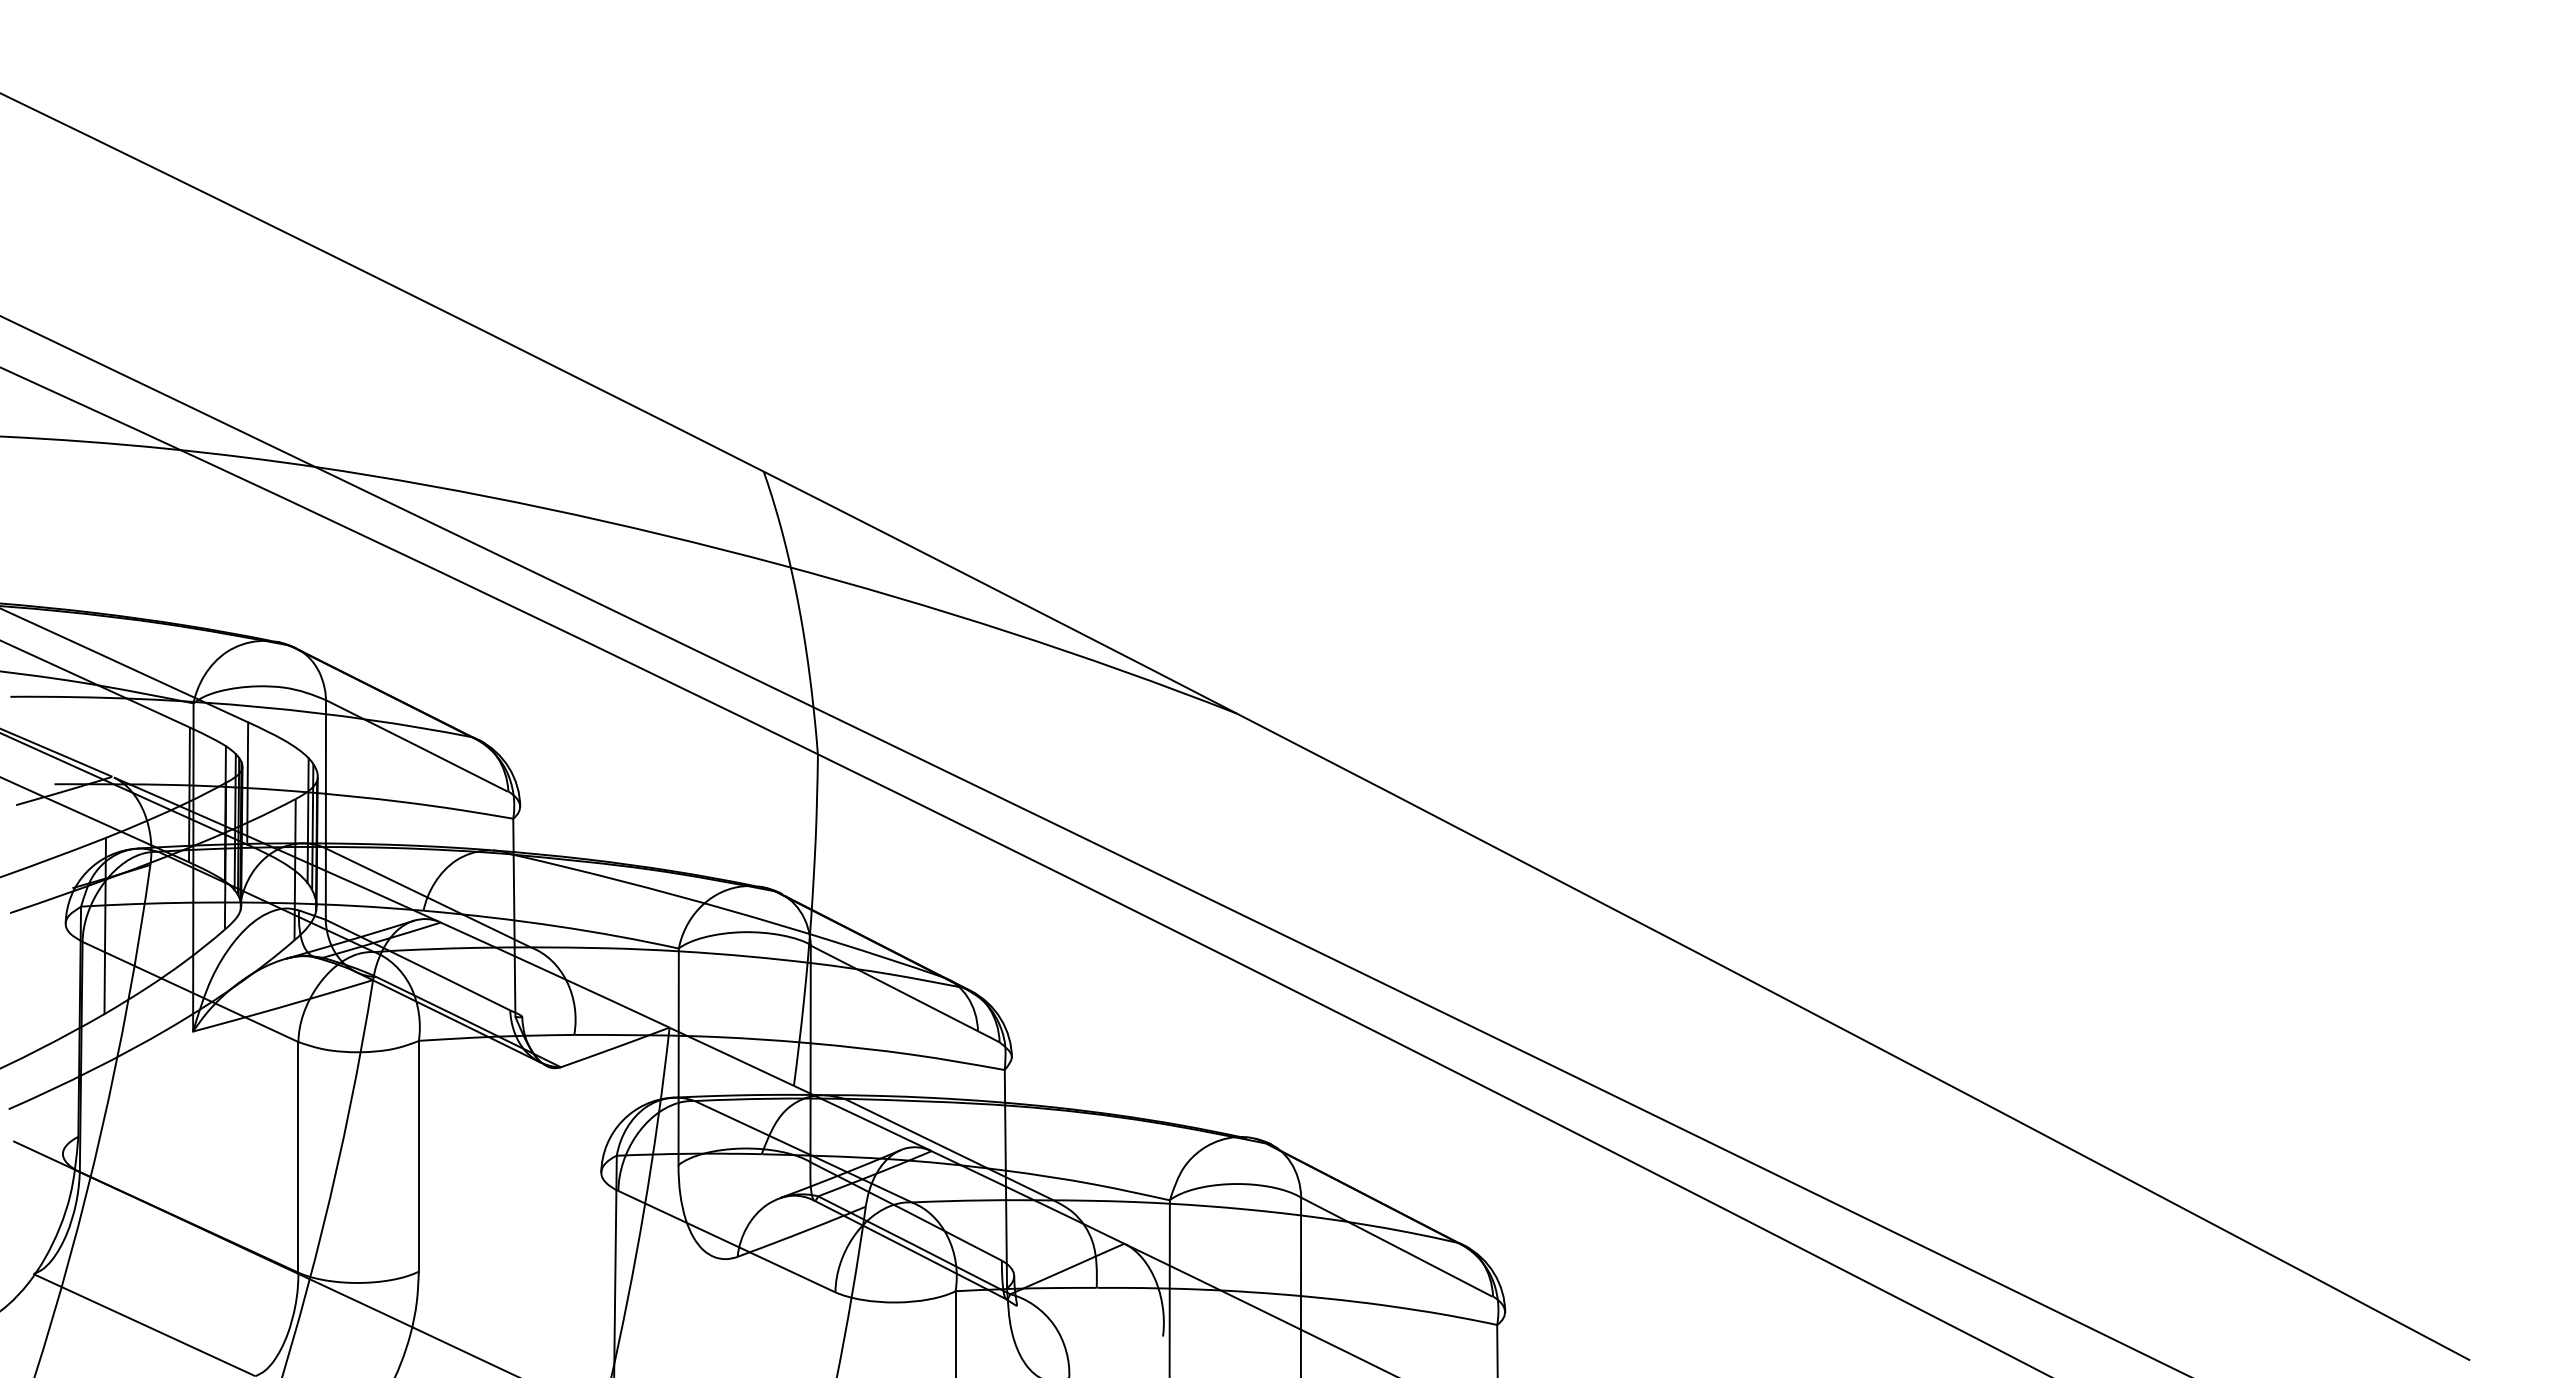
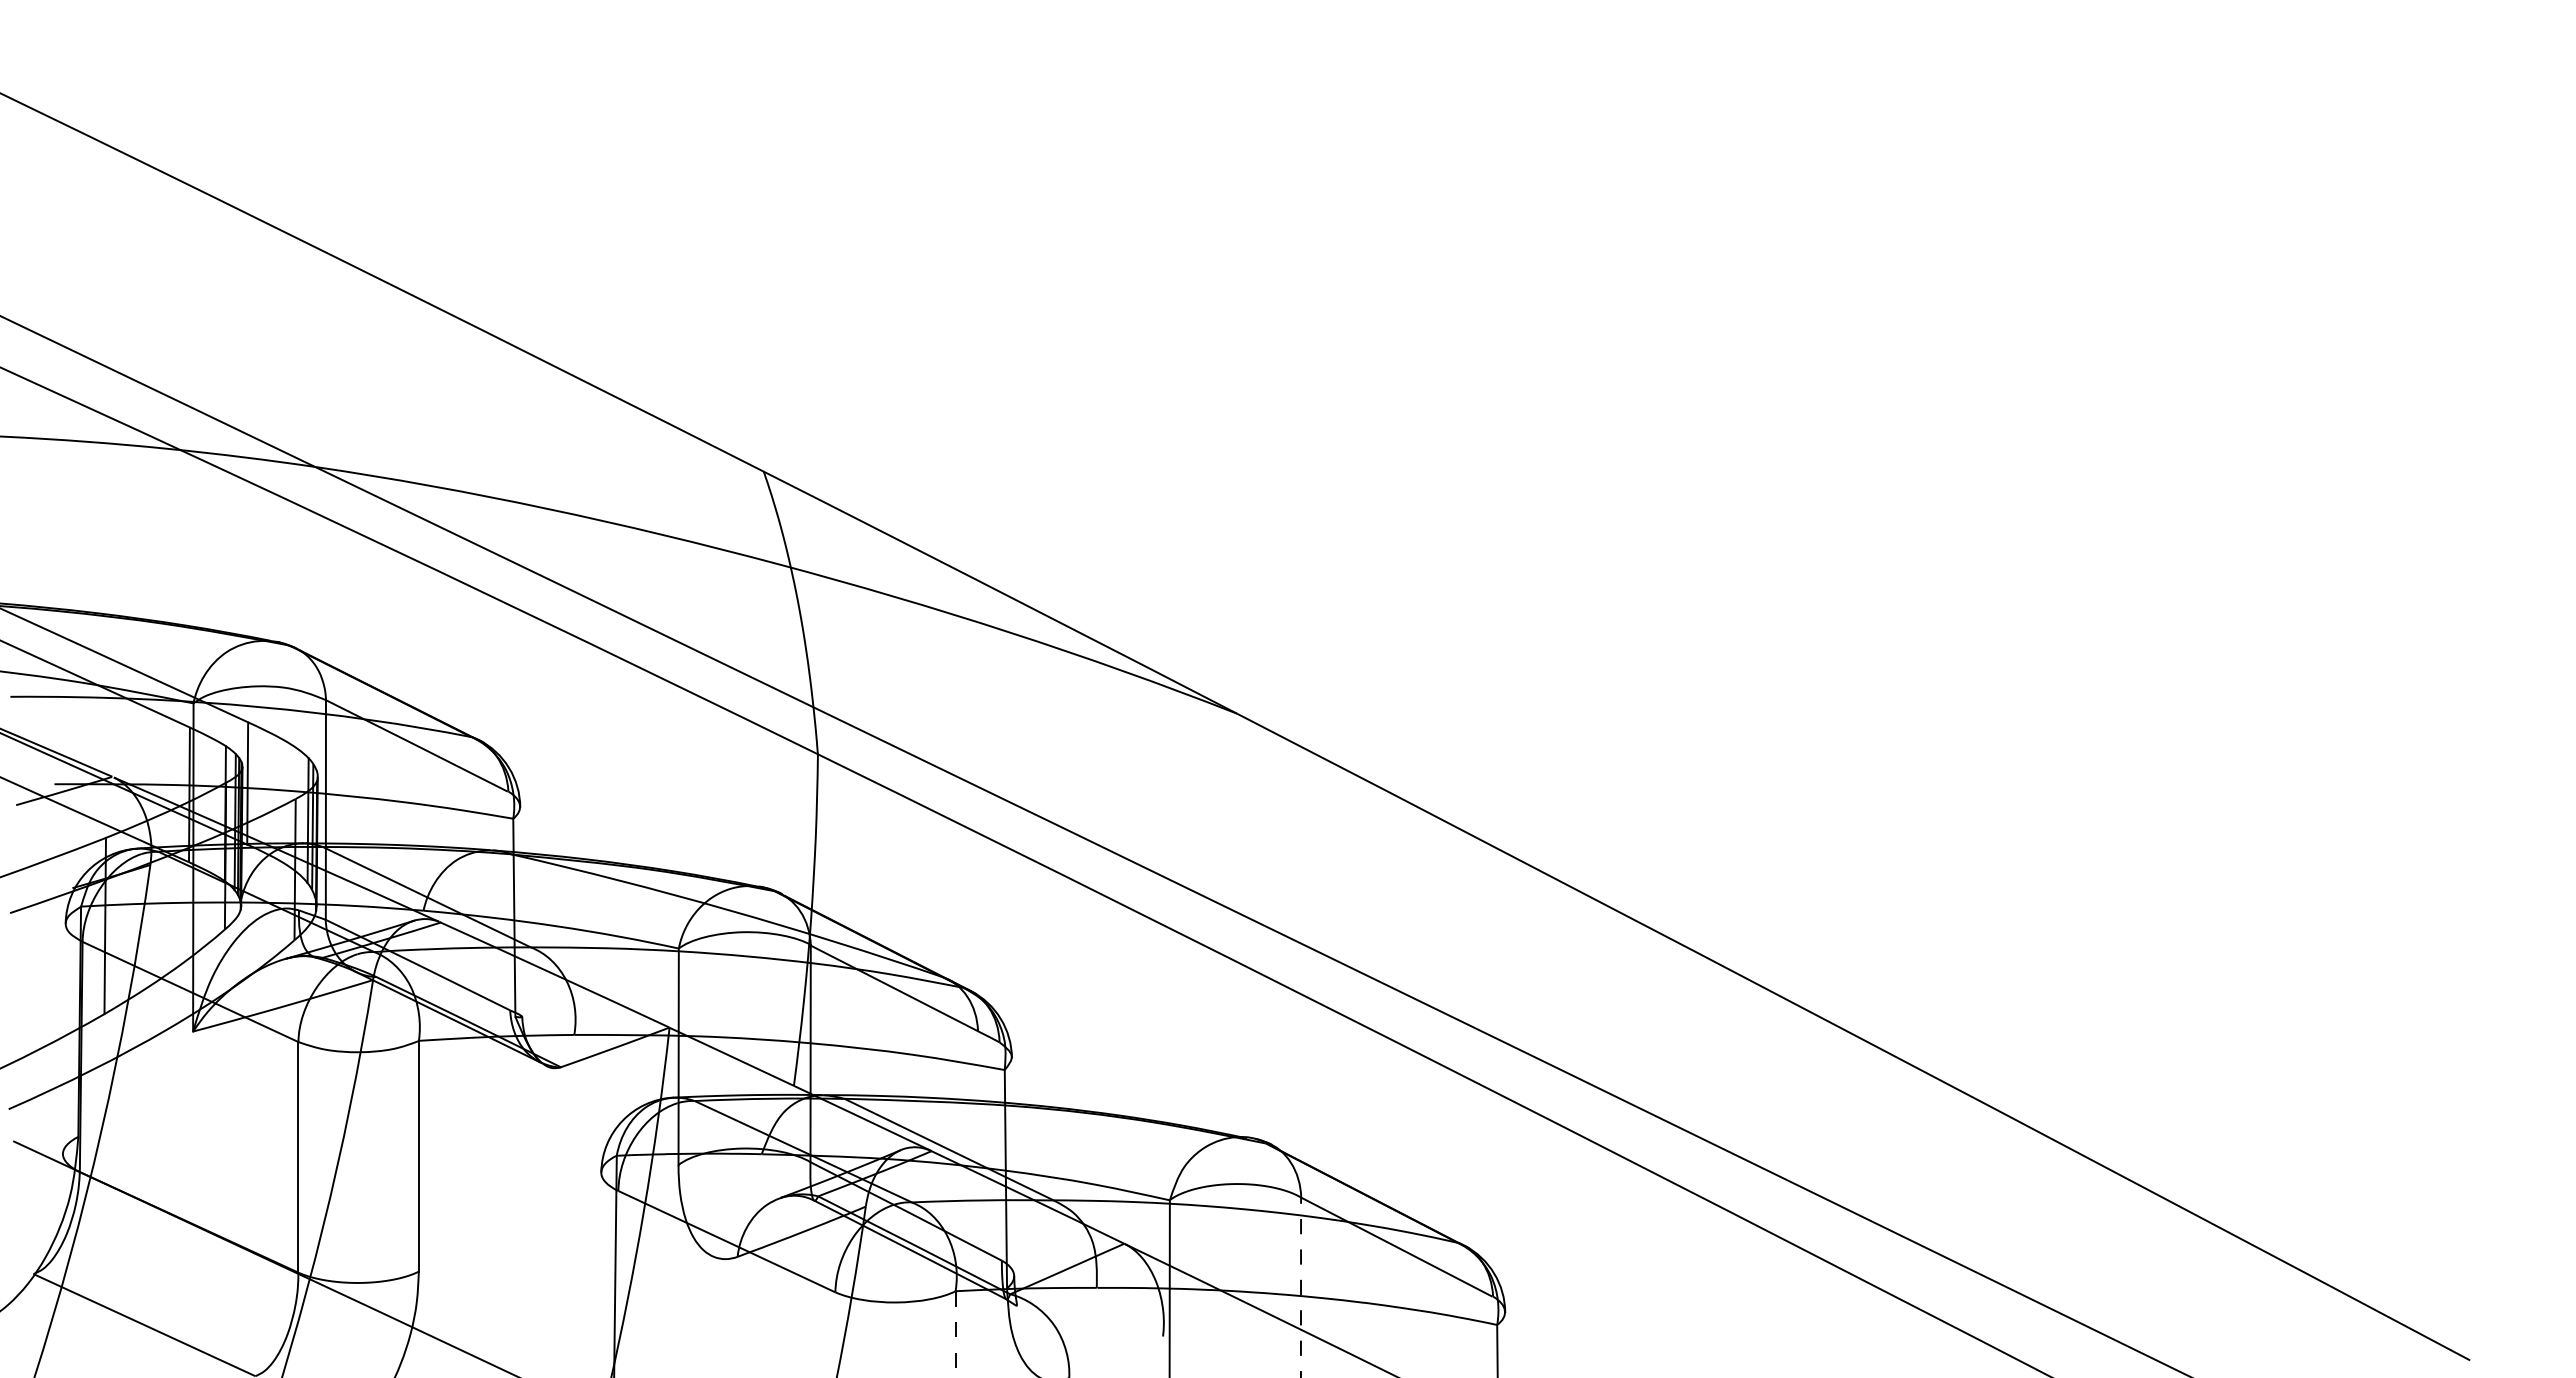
line at (1301, 1287): solid -> dashed
line at (955, 1334): solid -> dashed
